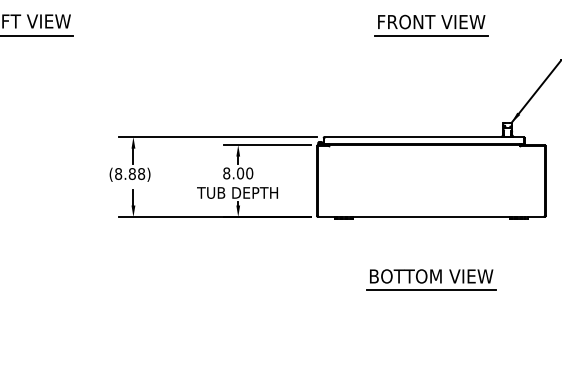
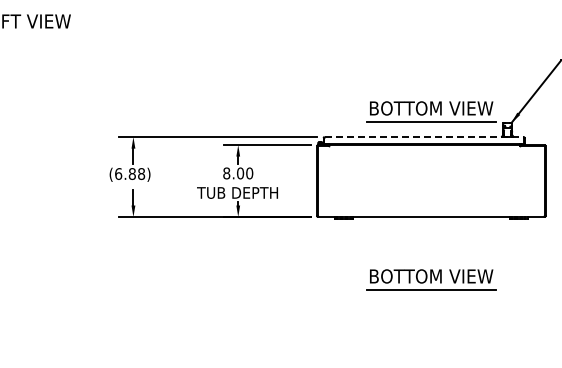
part at (431, 25): present -> none
line at (37, 35): present -> none
part at (431, 111): none -> present
line at (424, 137): solid -> dashed
text at (118, 173): (8.88) -> (6.88)
